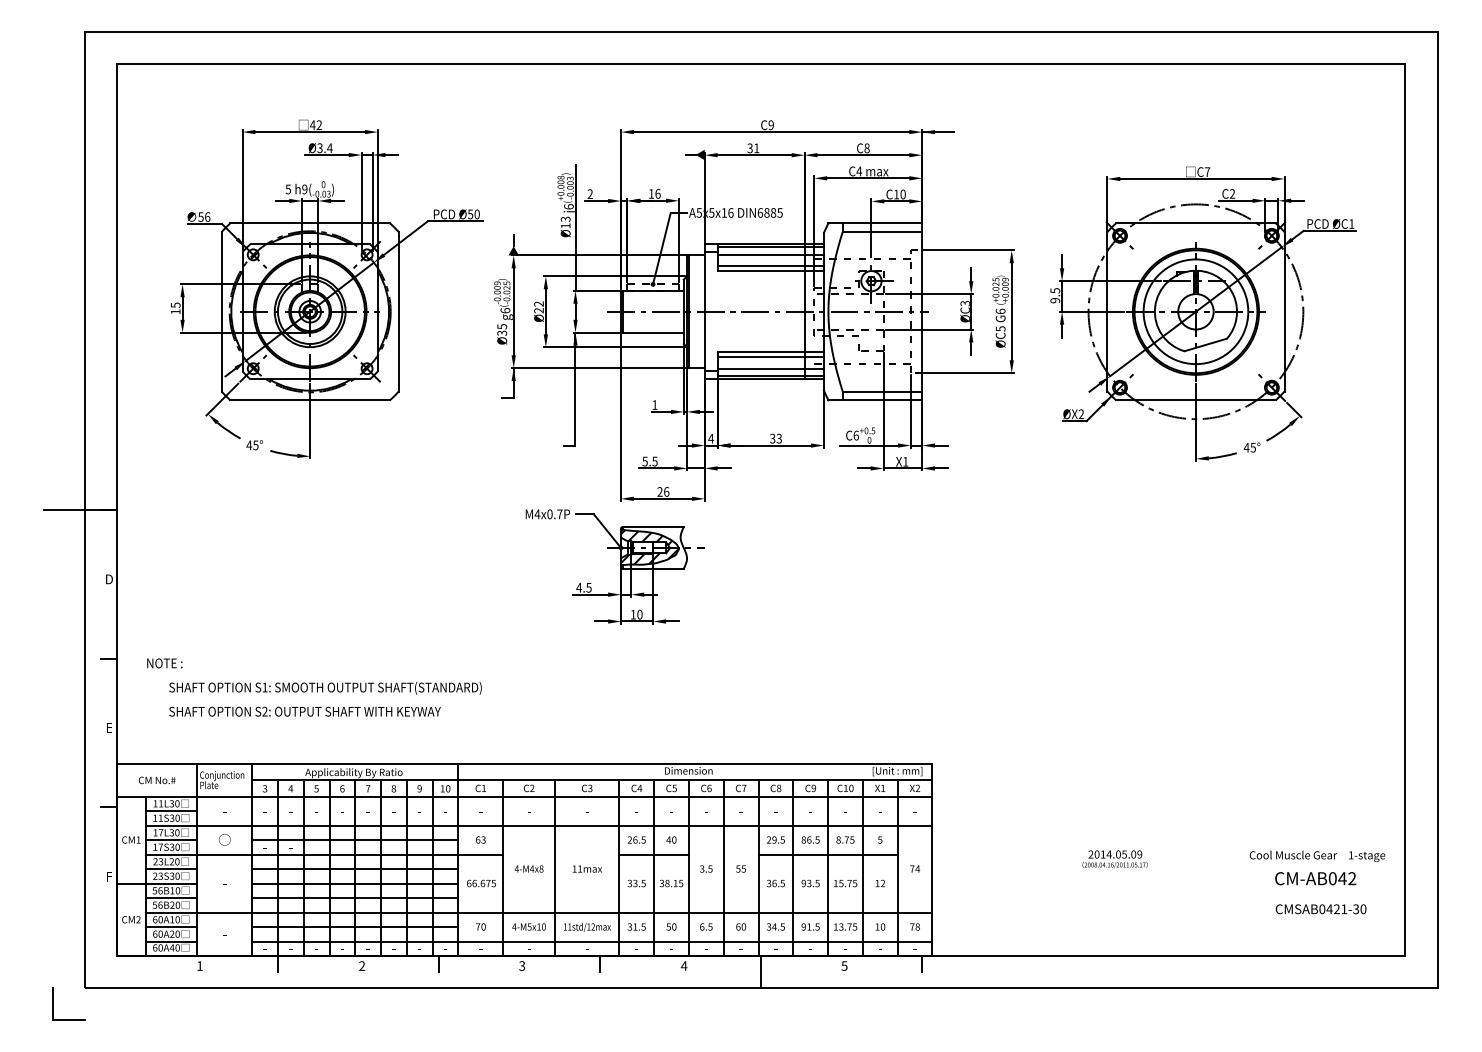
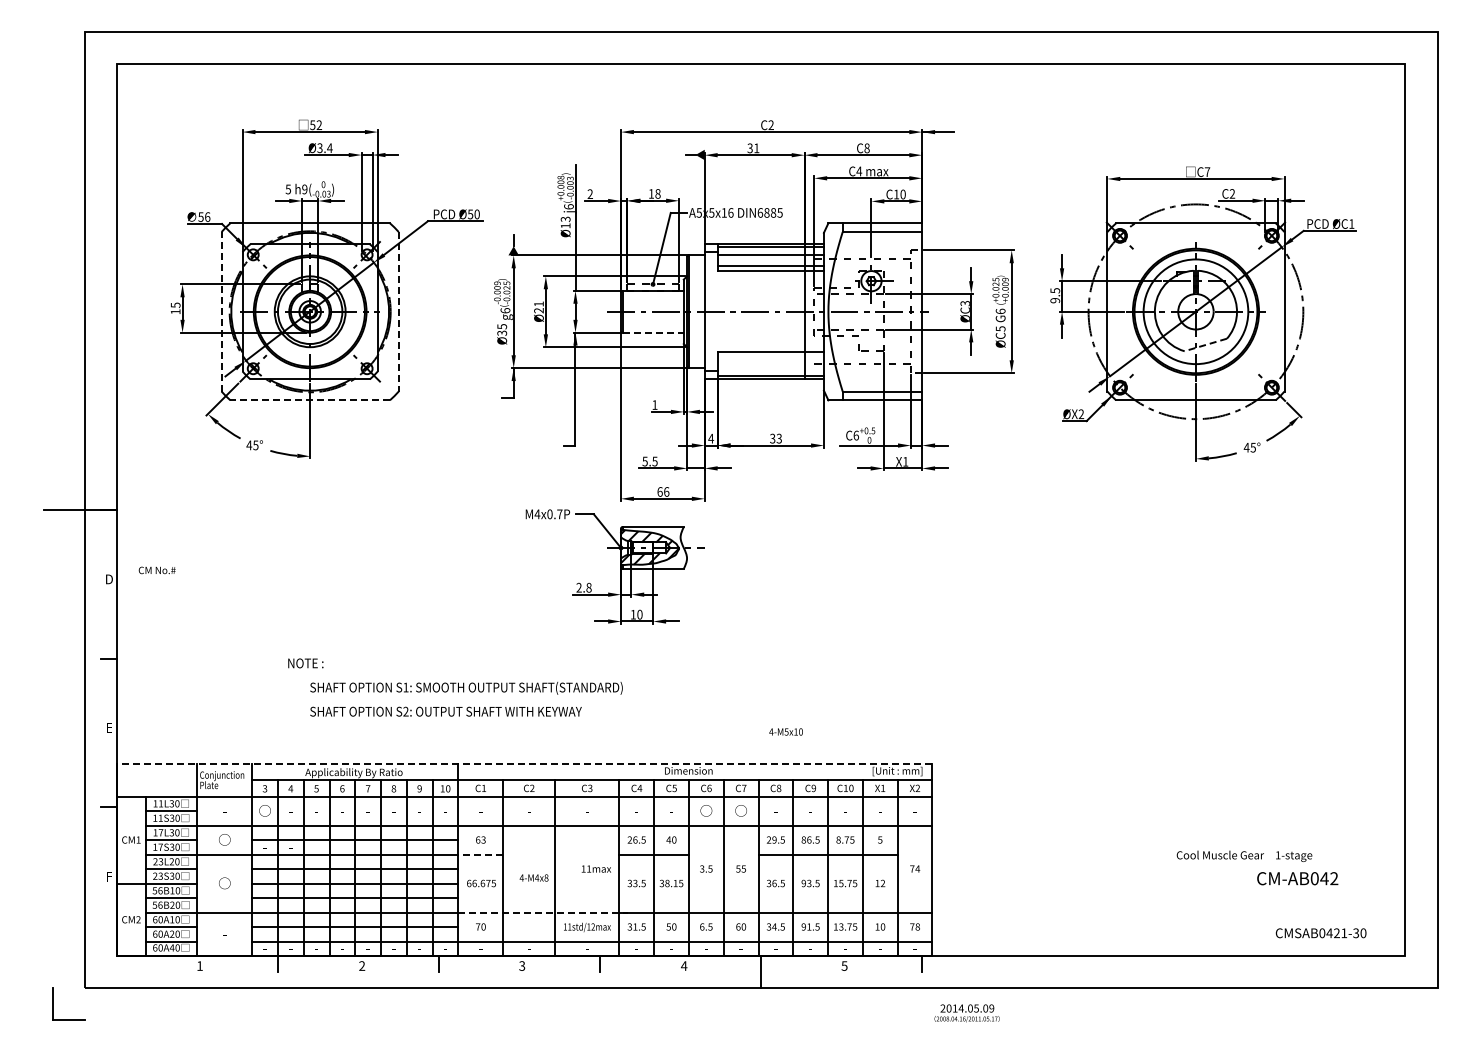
text at (312, 125): 42 -> 52
text at (770, 125): C9 -> C2
text at (657, 193): 16 -> 18
text at (538, 303): Ø22 -> Ø21
line at (221, 311): solid -> dashed
line at (398, 311): solid -> dashed
line at (653, 332): solid -> dashed
line at (1205, 345): solid -> dashed
line at (770, 357): present -> none
line at (770, 368): present -> none
line at (310, 400): solid -> dashed
text at (659, 491): 26 -> 66
text at (583, 587): 4.5 -> 2.8
text at (314, 687) position: (314, 687) -> (455, 687)
line at (524, 764): solid -> dashed
text at (156, 780) position: (156, 780) -> (156, 570)
text at (264, 810): - -> ○
text at (706, 810): - -> ○
text at (740, 810): - -> ○
line at (480, 854): solid -> dashed
text at (1317, 855) position: (1317, 855) -> (1244, 855)
text at (1114, 859) position: (1114, 859) -> (966, 1013)
text at (528, 868) position: (528, 868) -> (533, 877)
text at (586, 868) position: (586, 868) -> (595, 868)
text at (1315, 878) position: (1315, 878) -> (1297, 878)
text at (224, 883): - -> ○
text at (1320, 909) position: (1320, 909) -> (1320, 933)
line at (543, 912): solid -> dashed
text at (528, 926) position: (528, 926) -> (785, 731)
